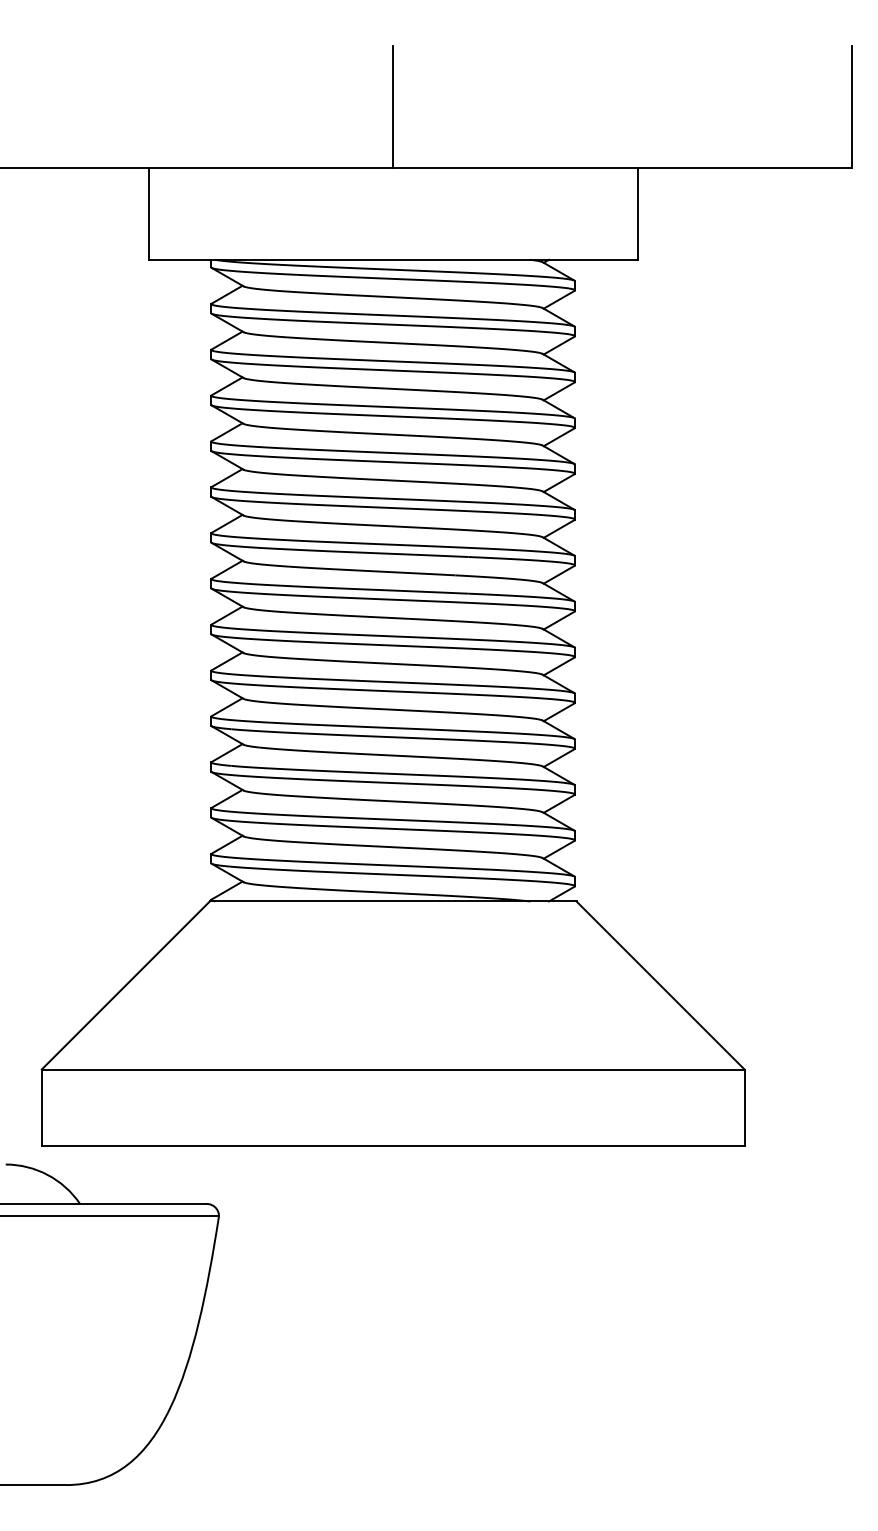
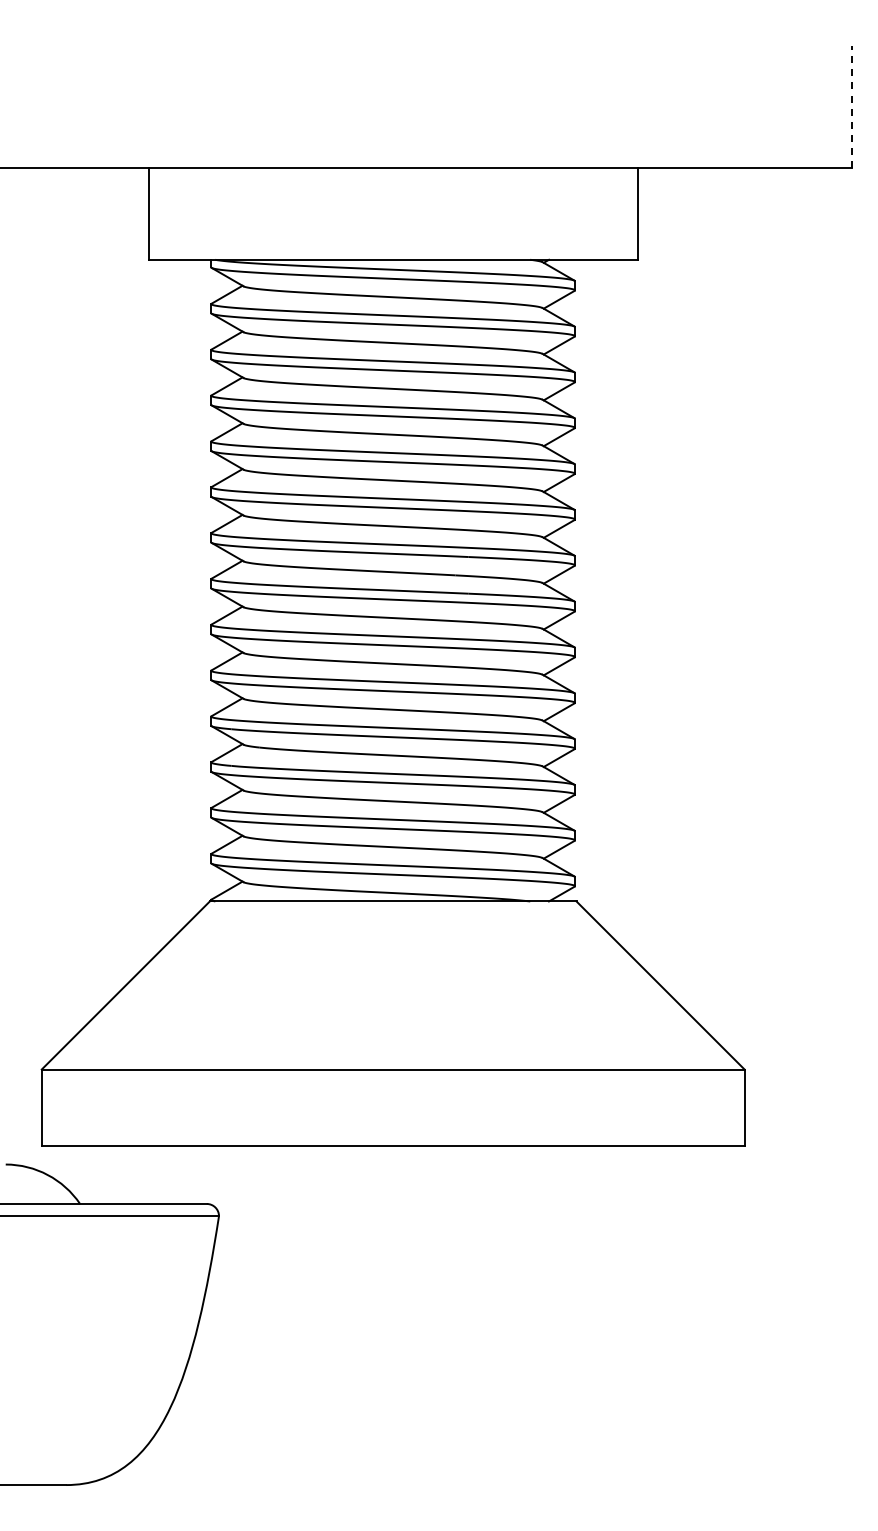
line at (393, 106): present -> none
line at (851, 106): solid -> dashed
